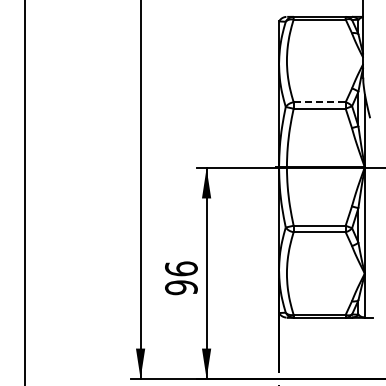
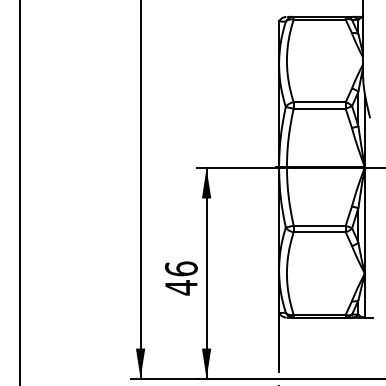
line at (320, 102): dashed -> solid
line at (24, 192) position: (24, 192) -> (19, 192)
text at (181, 287): 96 -> 46
